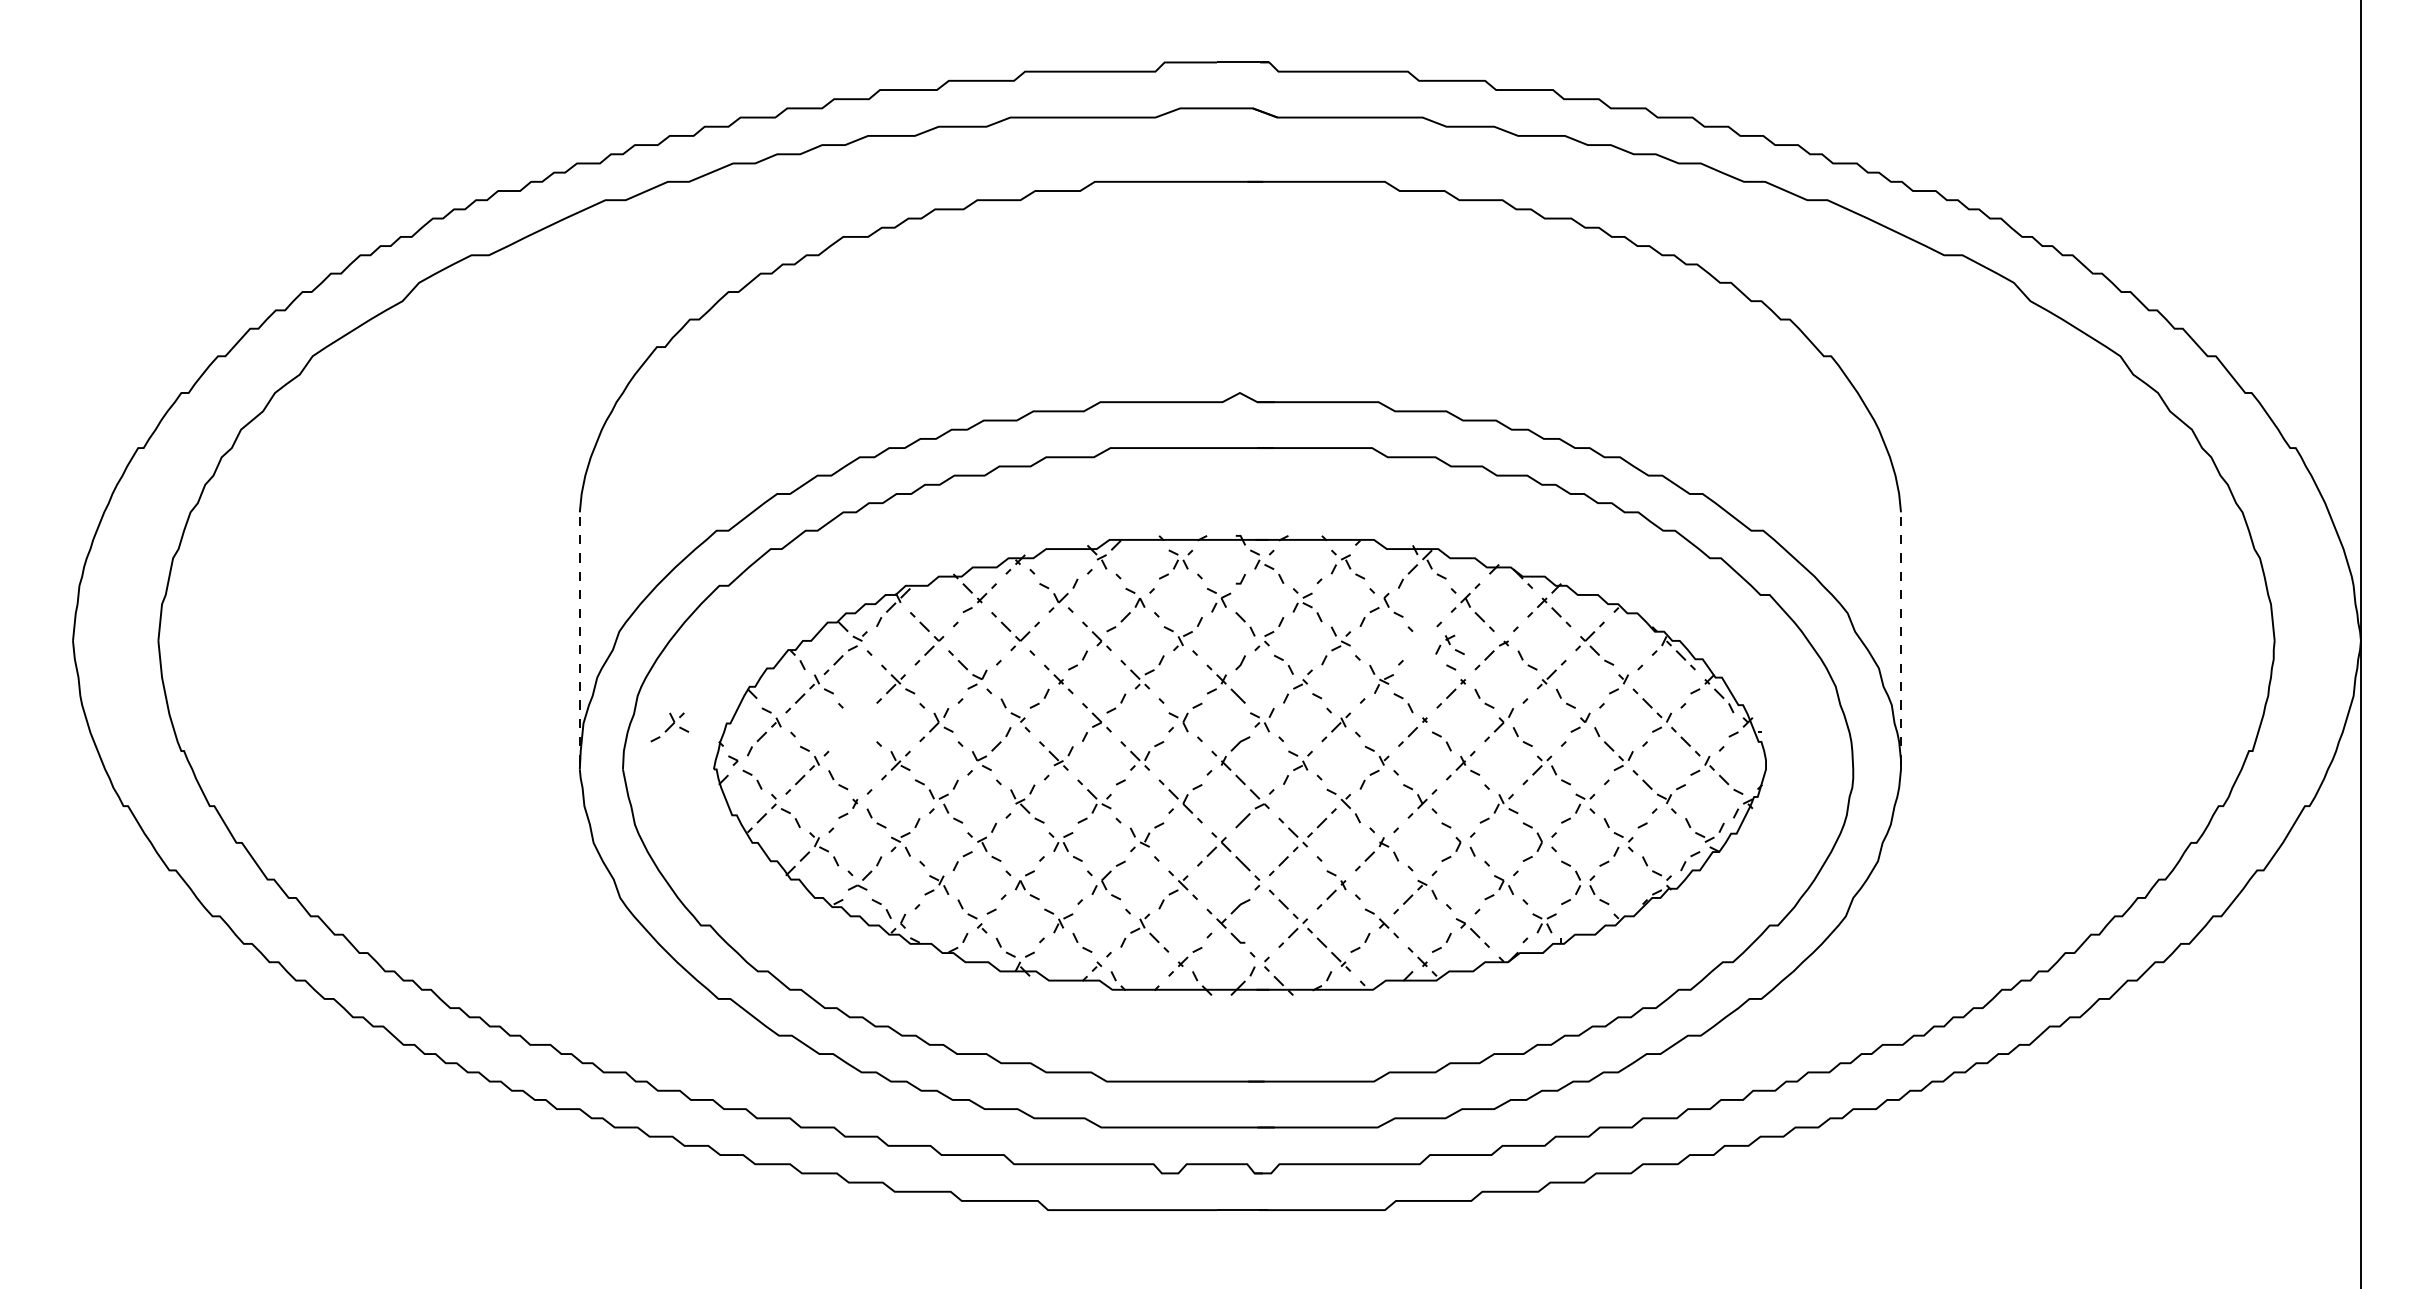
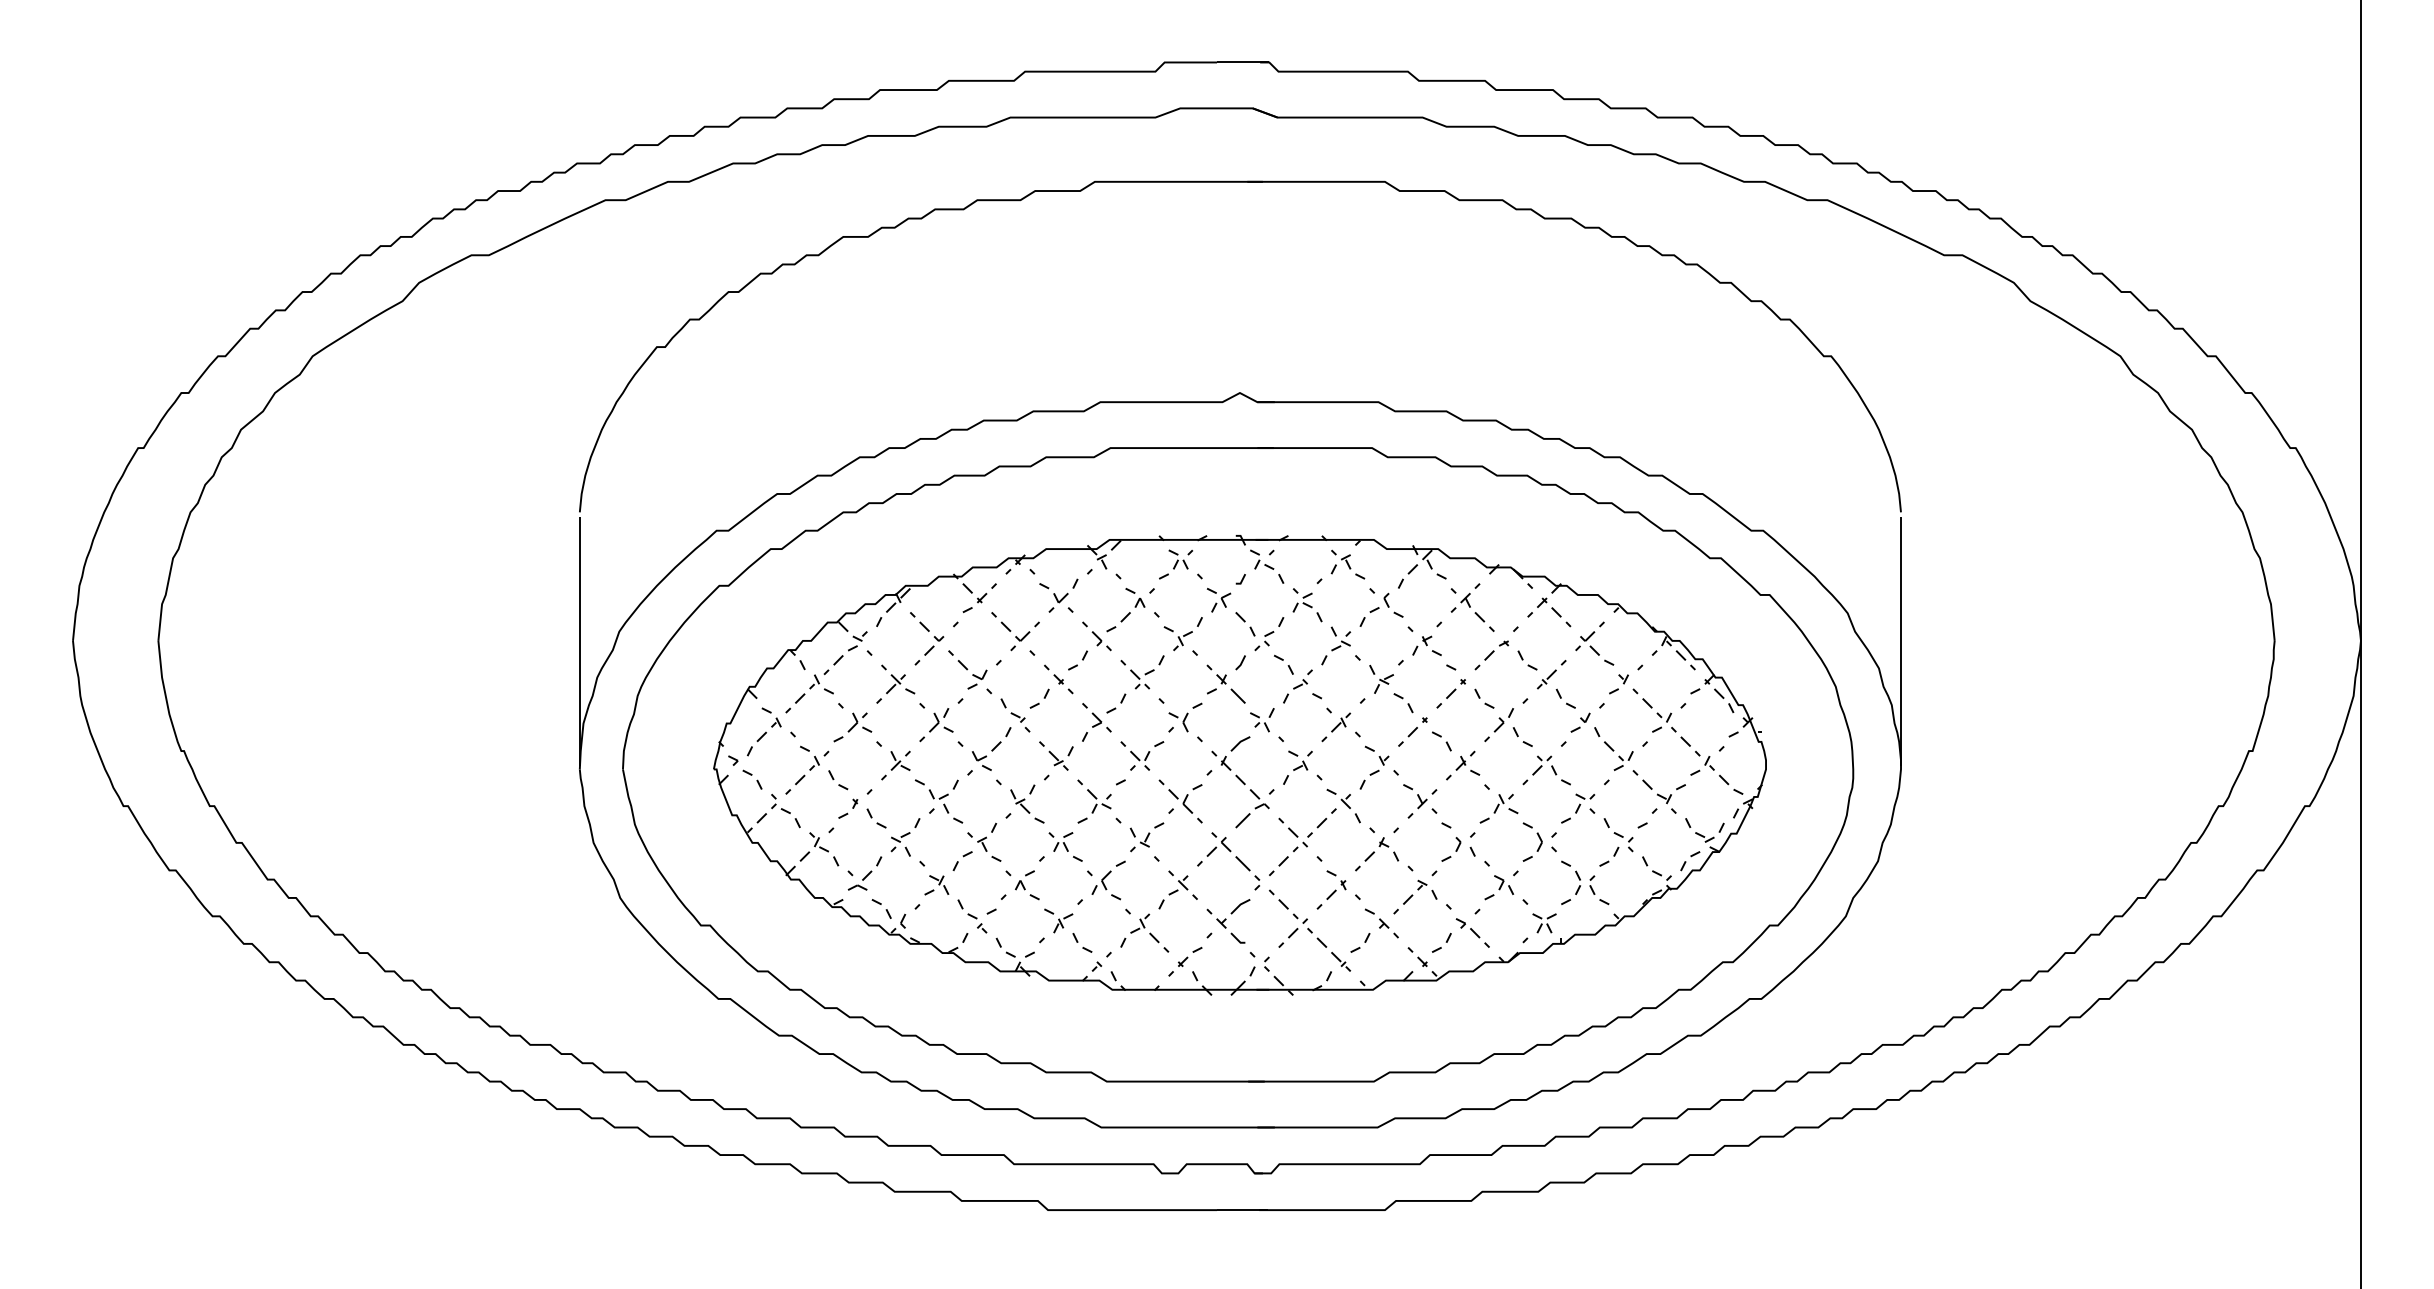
line at (580, 641): dashed -> solid
line at (1901, 641): dashed -> solid
part at (1449, 644) position: (1449, 644) -> (1426, 645)
part at (669, 727) position: (669, 727) -> (852, 727)
